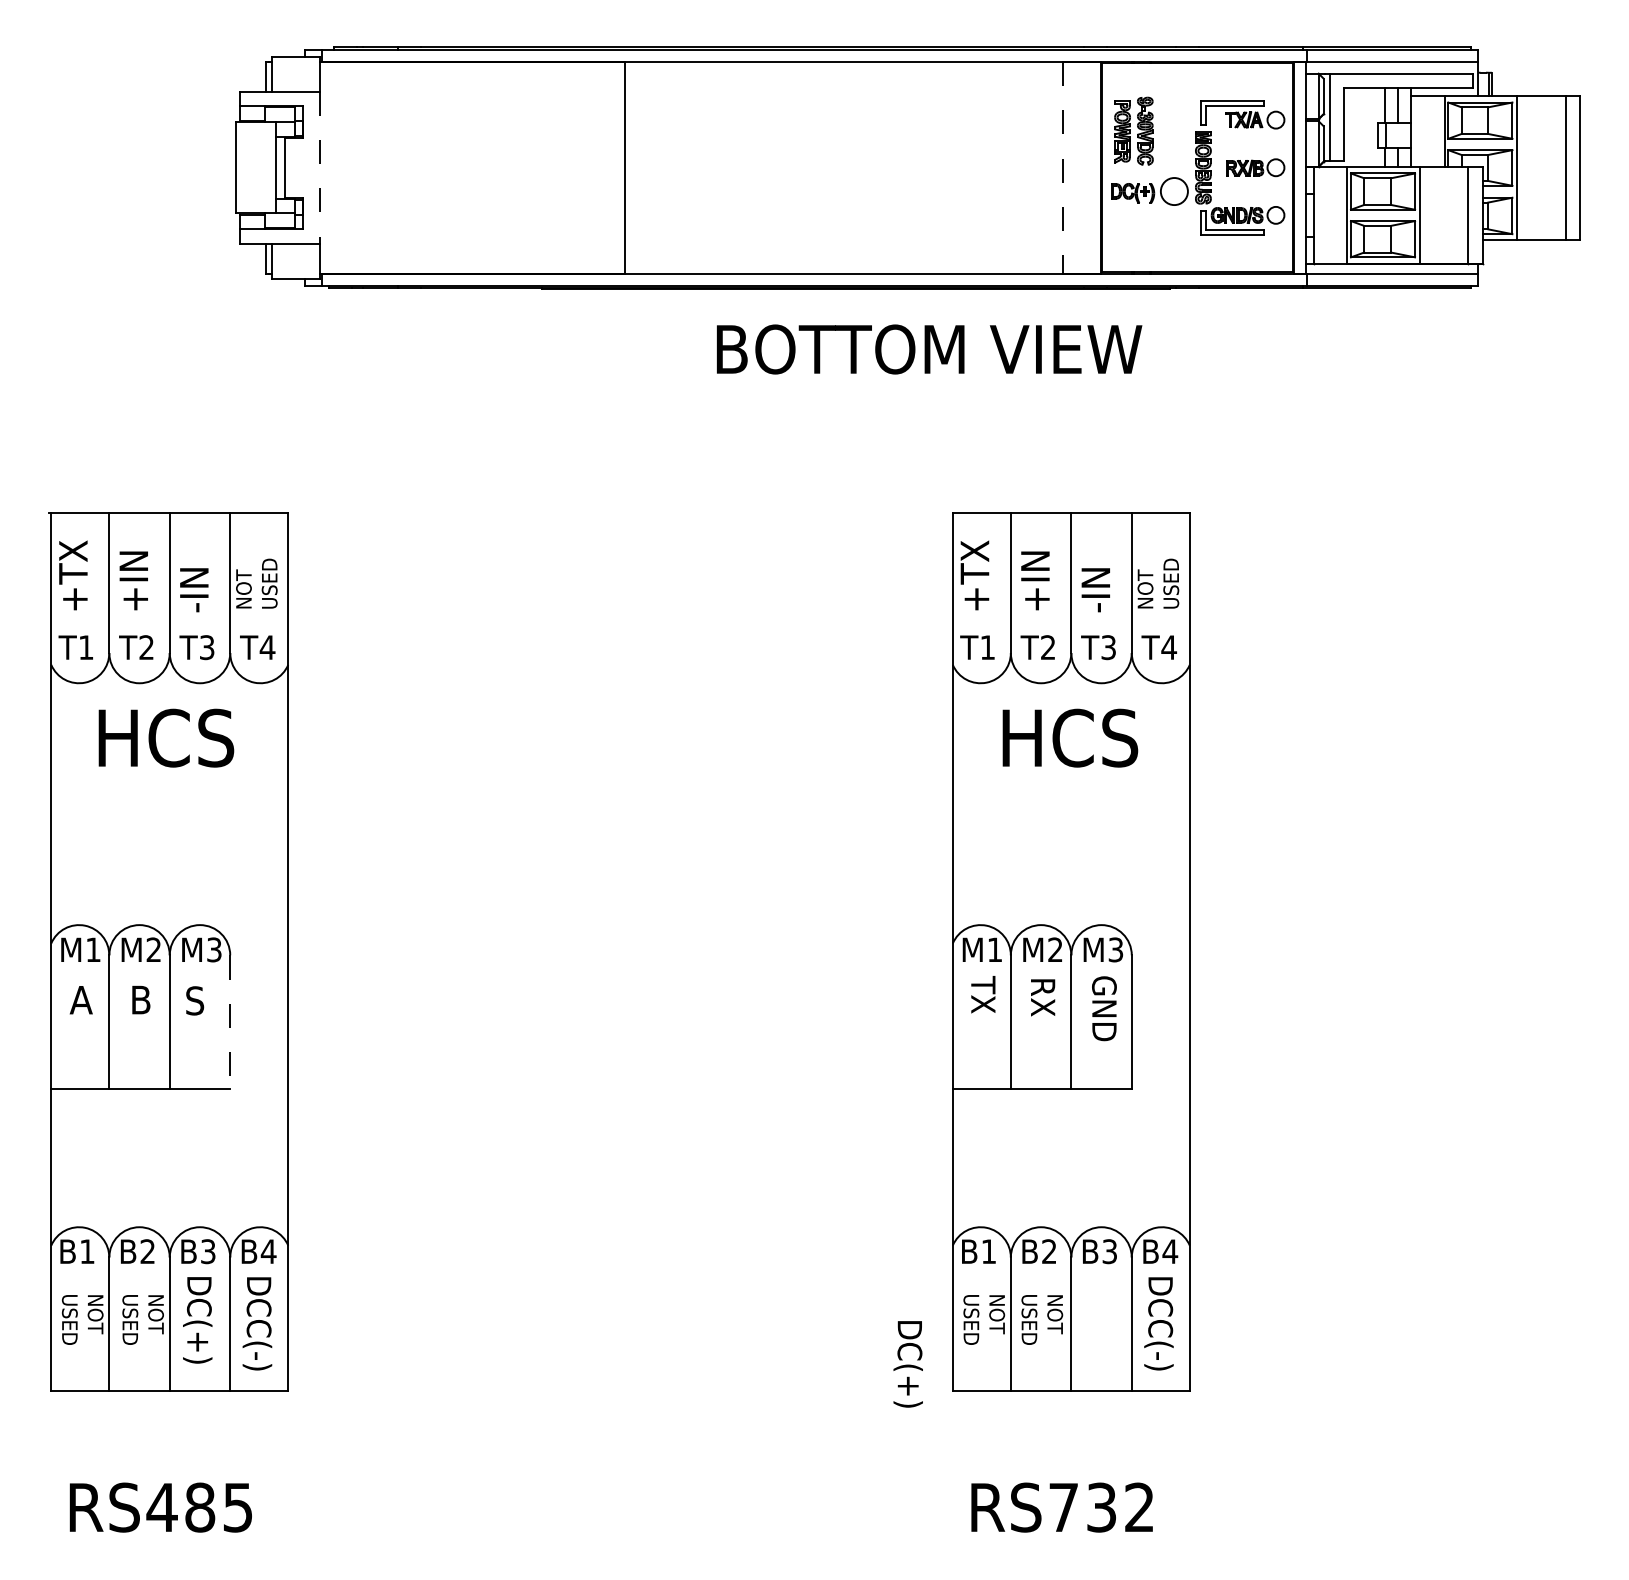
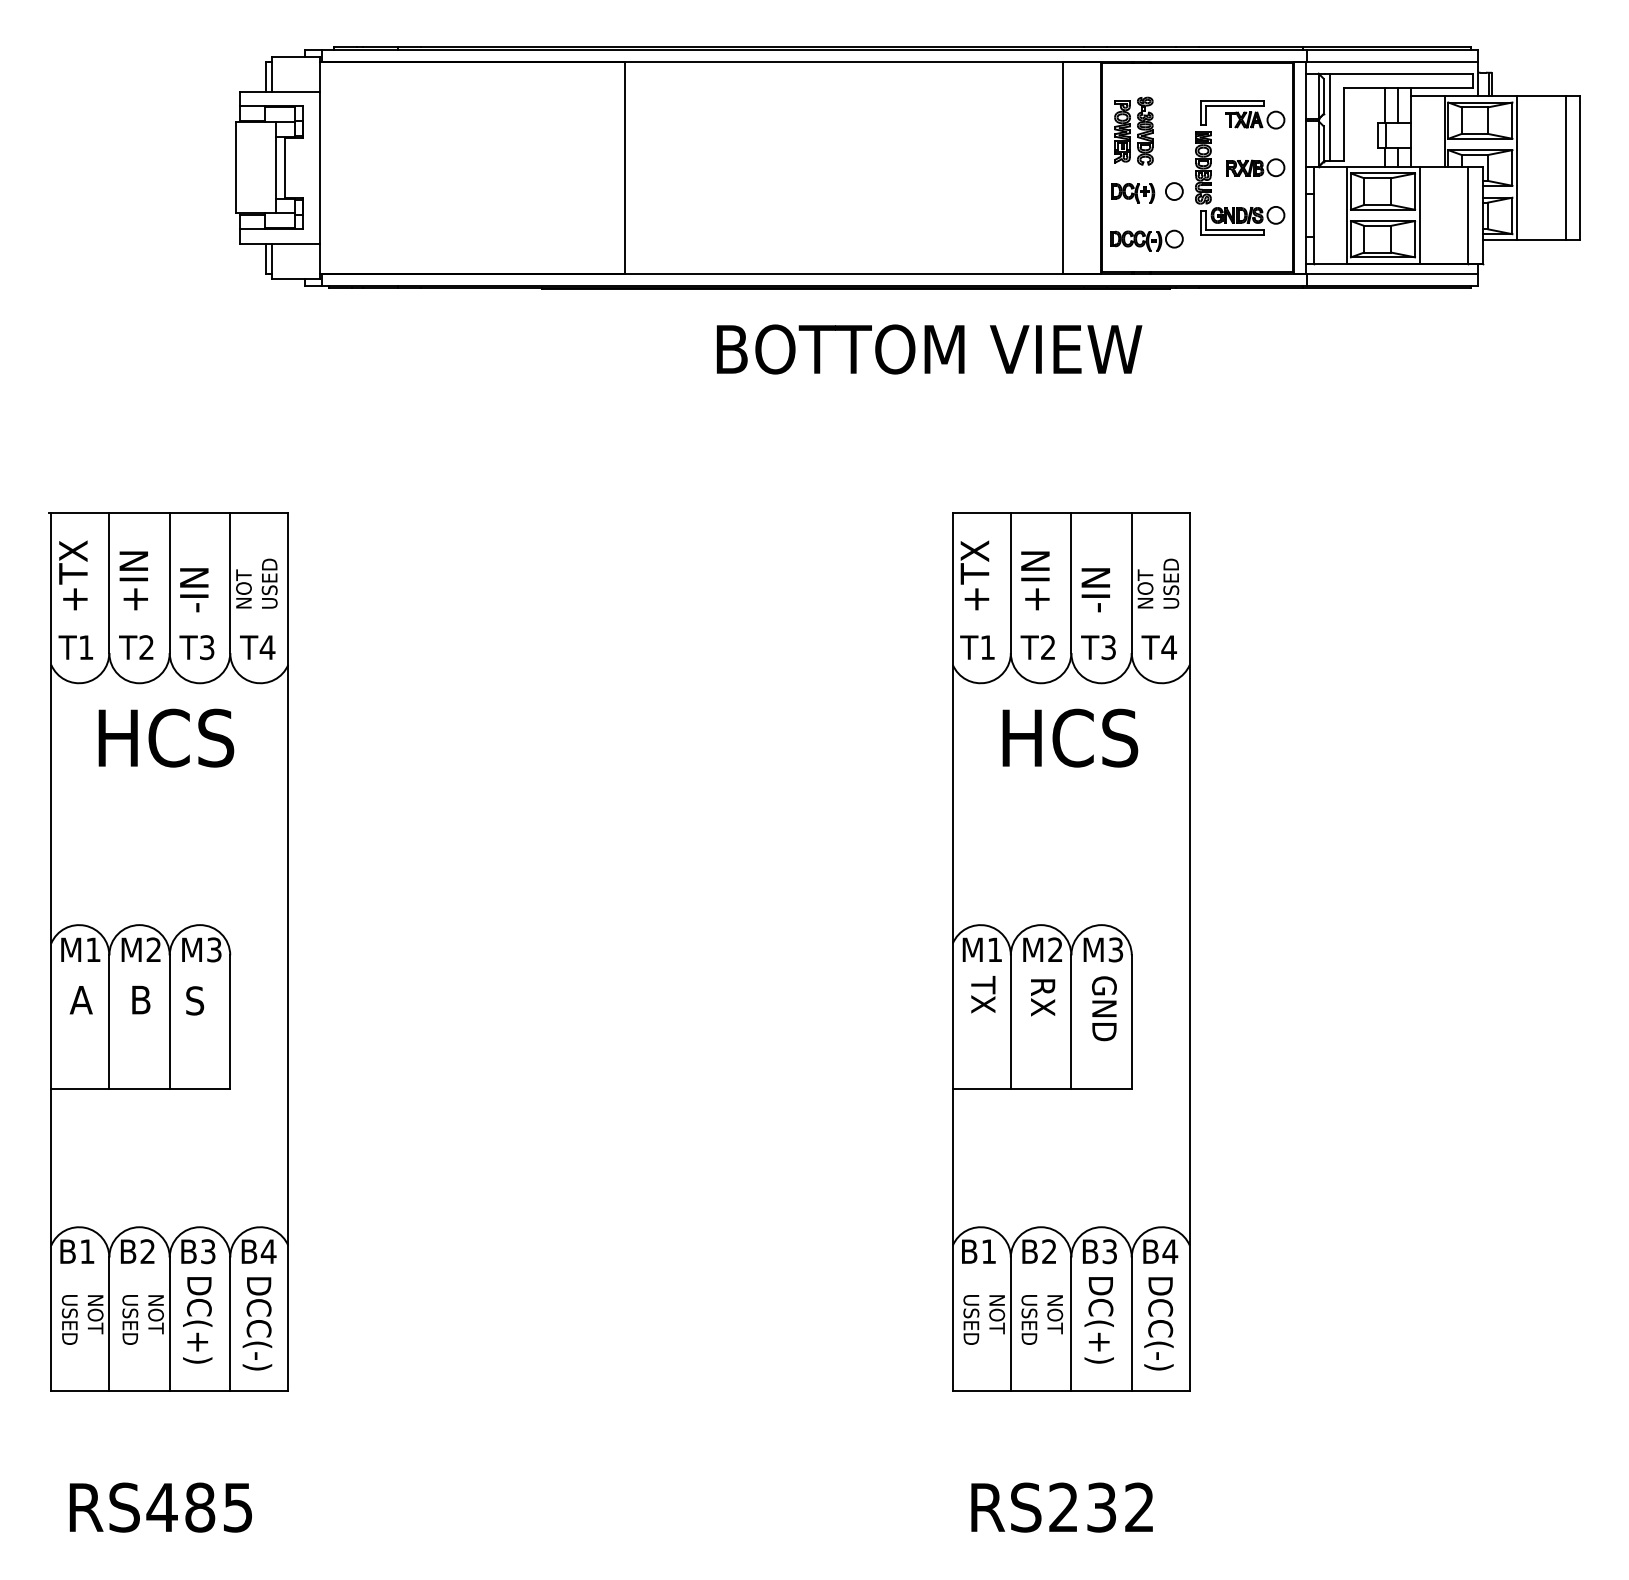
line at (1063, 167): dashed -> solid
line at (319, 168): dashed -> solid
circle at (1173, 191) diameter: 27 px -> 17 px
part at (1146, 240): none -> present
line at (230, 1022): dashed -> solid
text at (907, 1364) position: (907, 1364) -> (1098, 1320)
text at (1063, 1506): RS732 -> RS232
